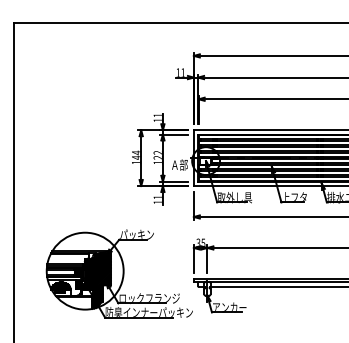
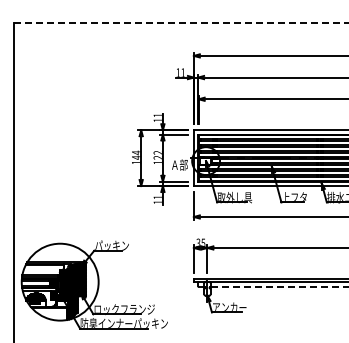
line at (181, 22): solid -> dashed
part at (118, 273) position: (118, 273) -> (93, 284)
line at (279, 286): solid -> dashed
